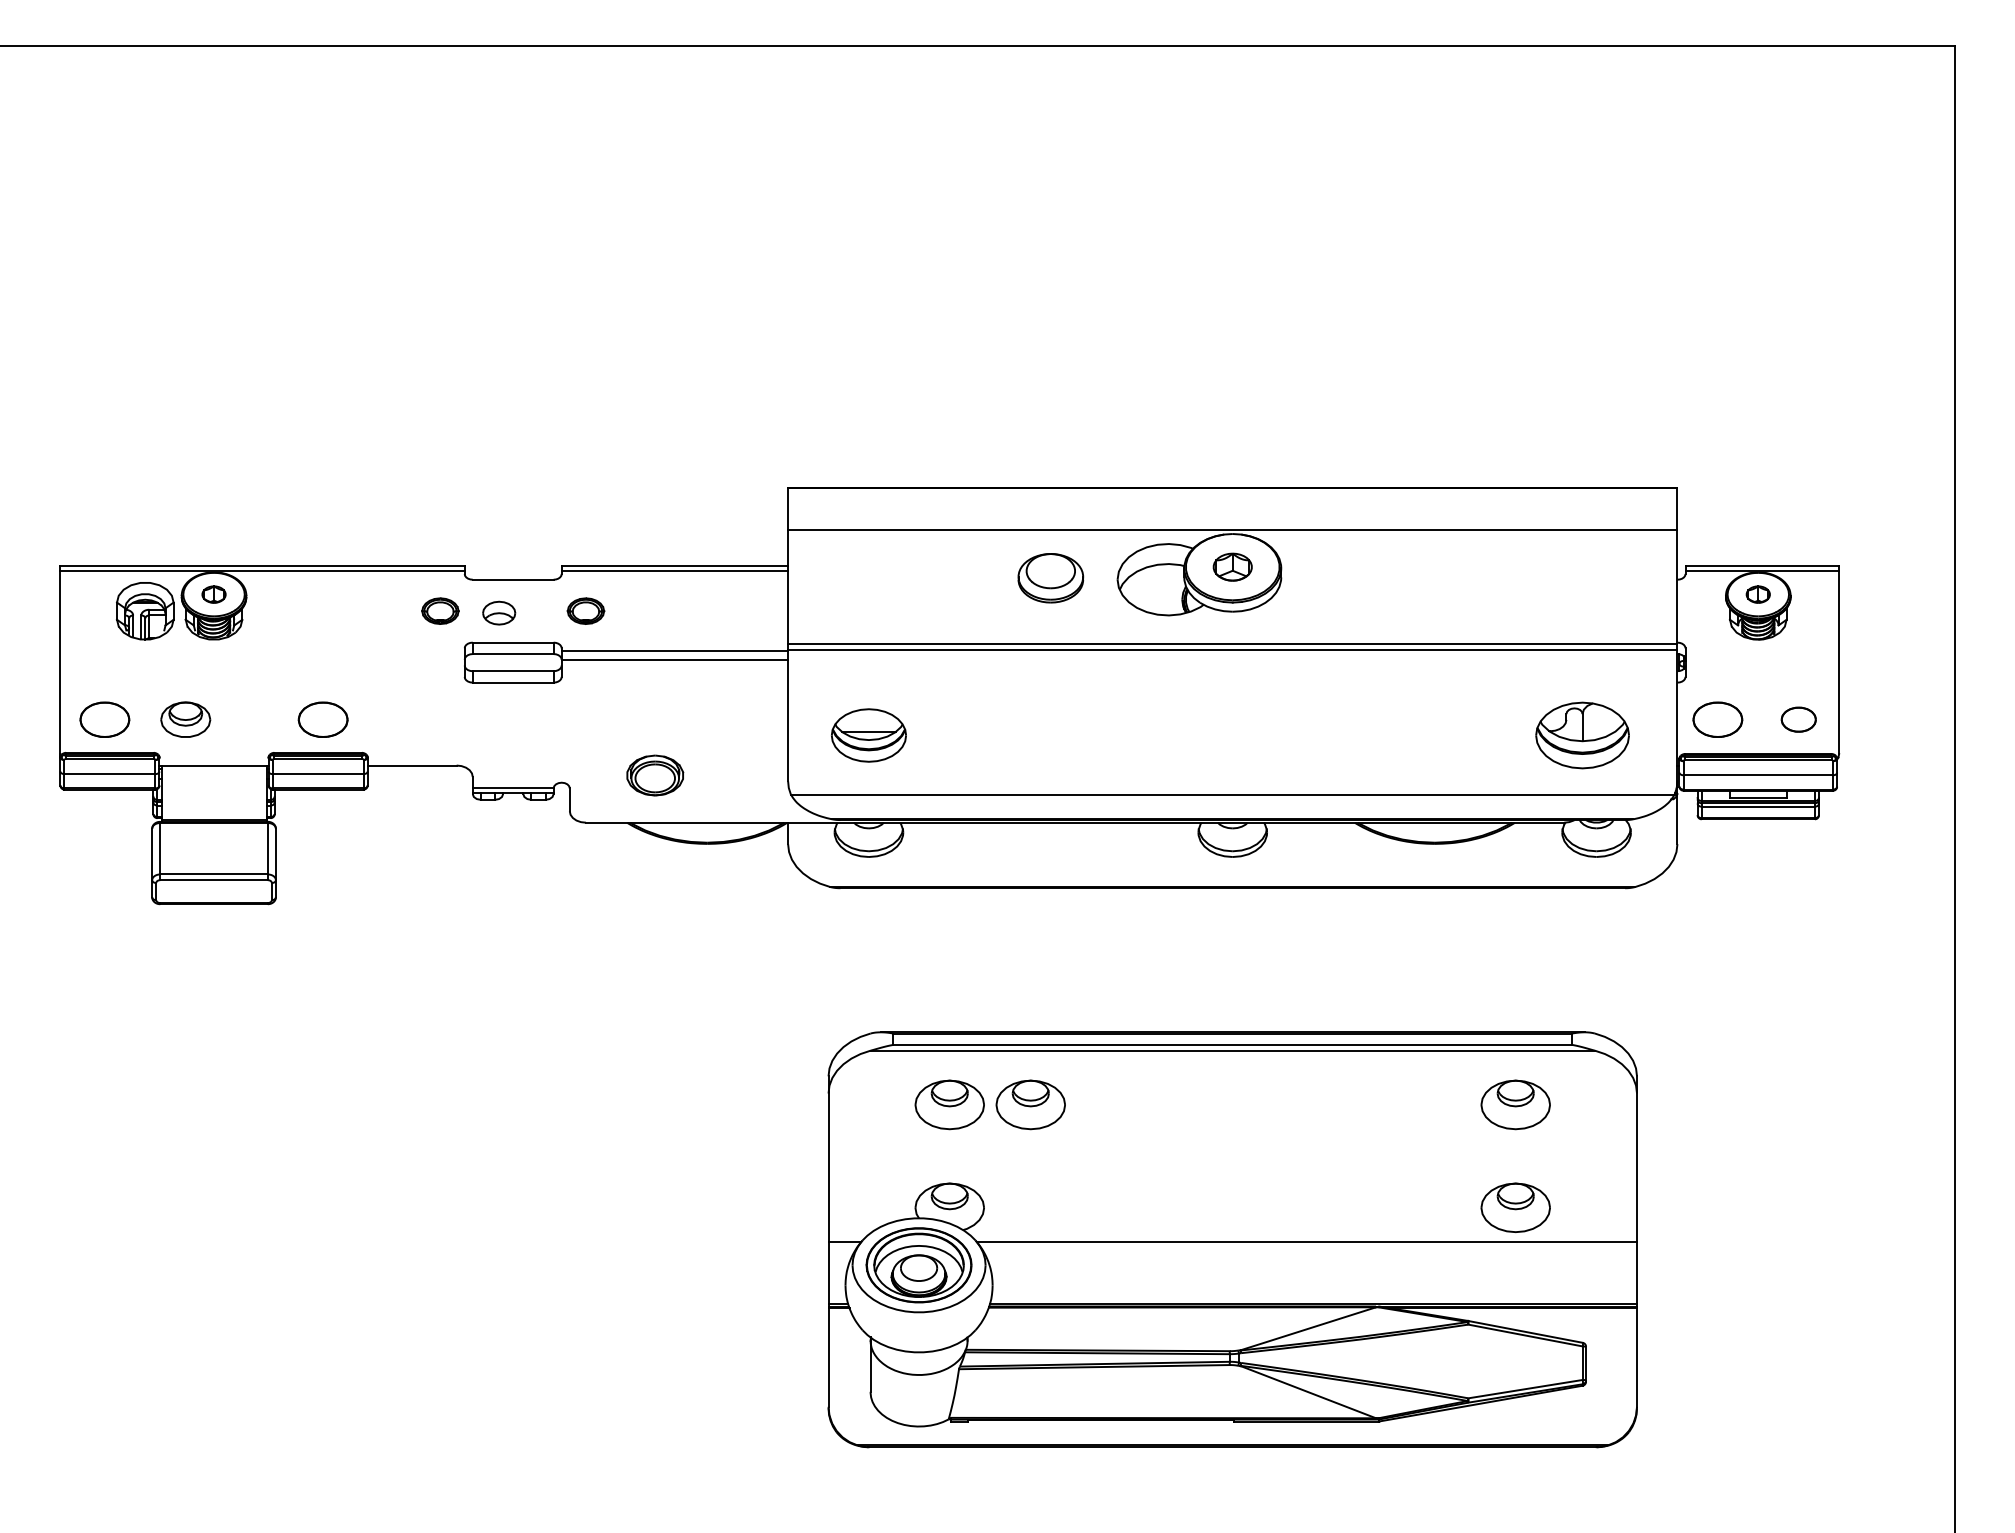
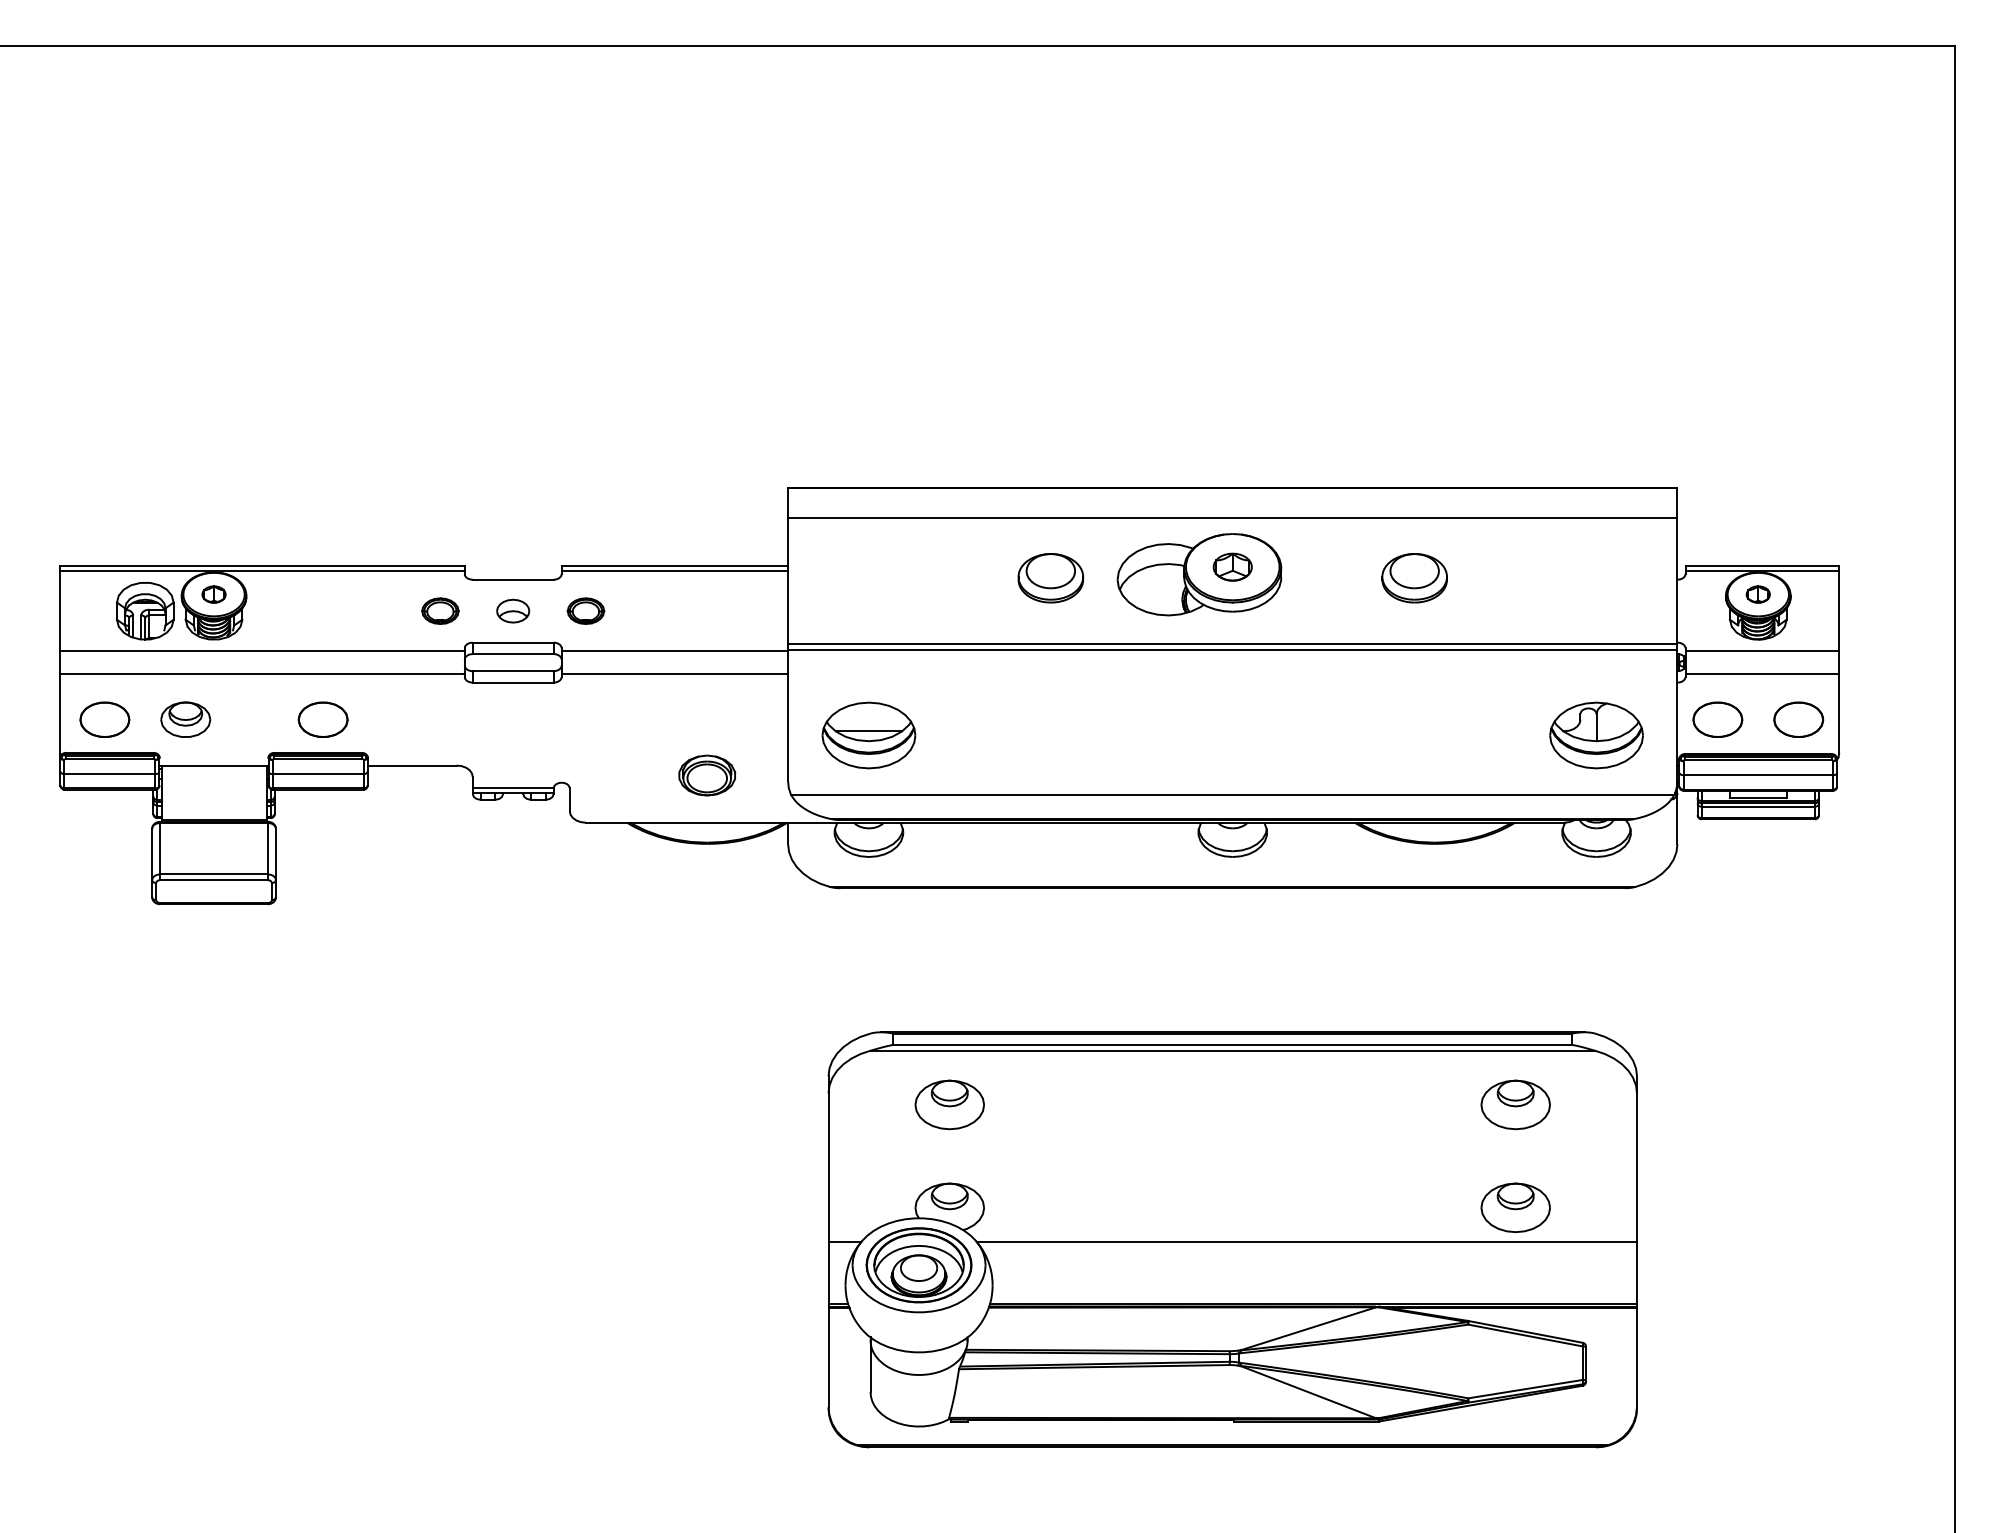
line at (1232, 530) position: (1232, 530) -> (1232, 518)
part at (1414, 578): none -> present
part at (499, 612) position: (499, 612) -> (513, 610)
line at (262, 651): none -> present
line at (1762, 651): none -> present
line at (674, 660) position: (674, 660) -> (674, 674)
line at (262, 674): none -> present
line at (1762, 674): none -> present
part at (1798, 719) size: 37x27 px -> 52x37 px
part at (868, 735) size: 76x55 px -> 96x69 px
part at (1582, 735) position: (1582, 735) -> (1596, 735)
part at (655, 775) position: (655, 775) -> (707, 775)
part at (1030, 1104): present -> none
